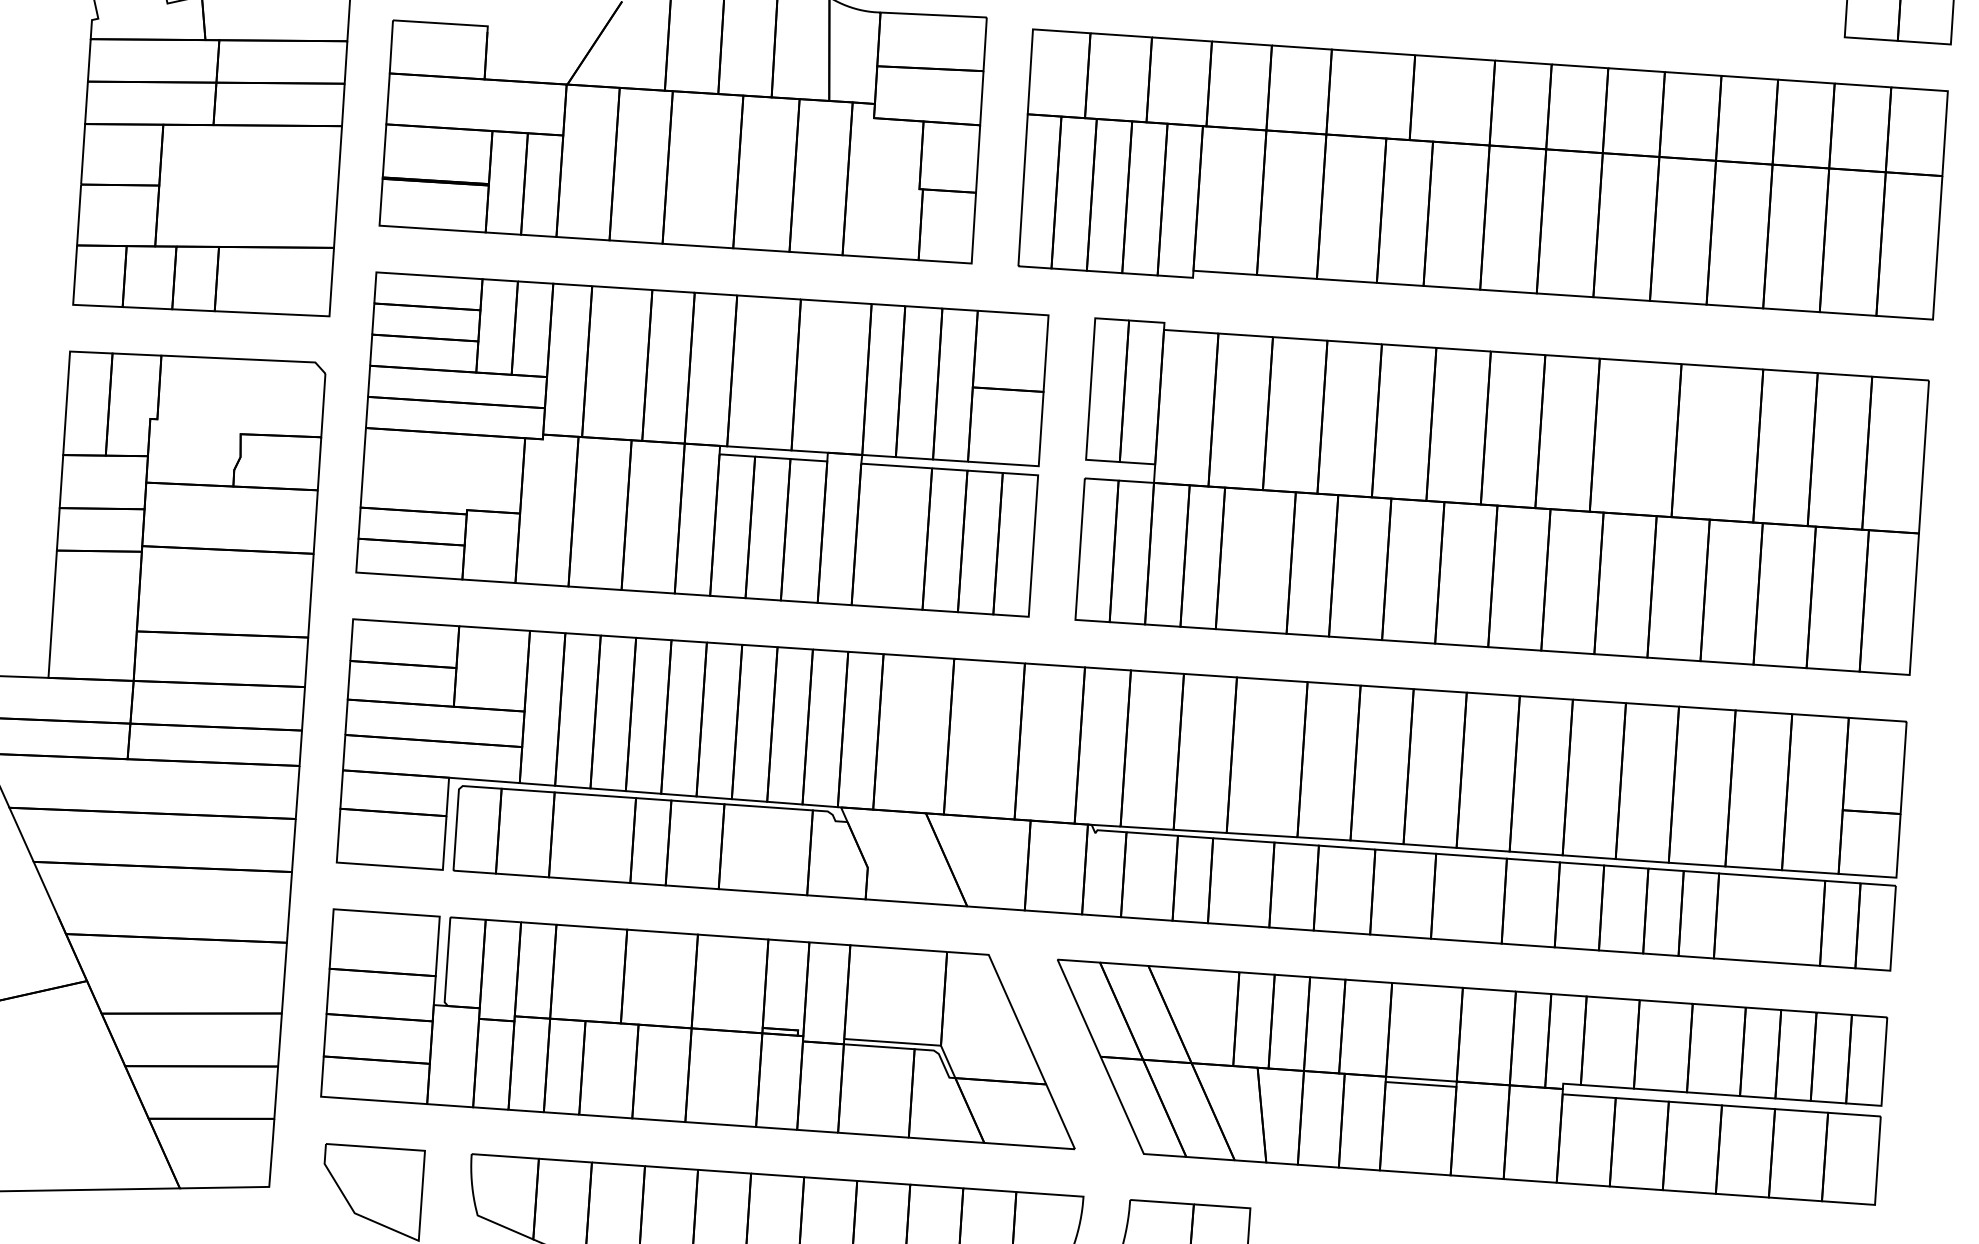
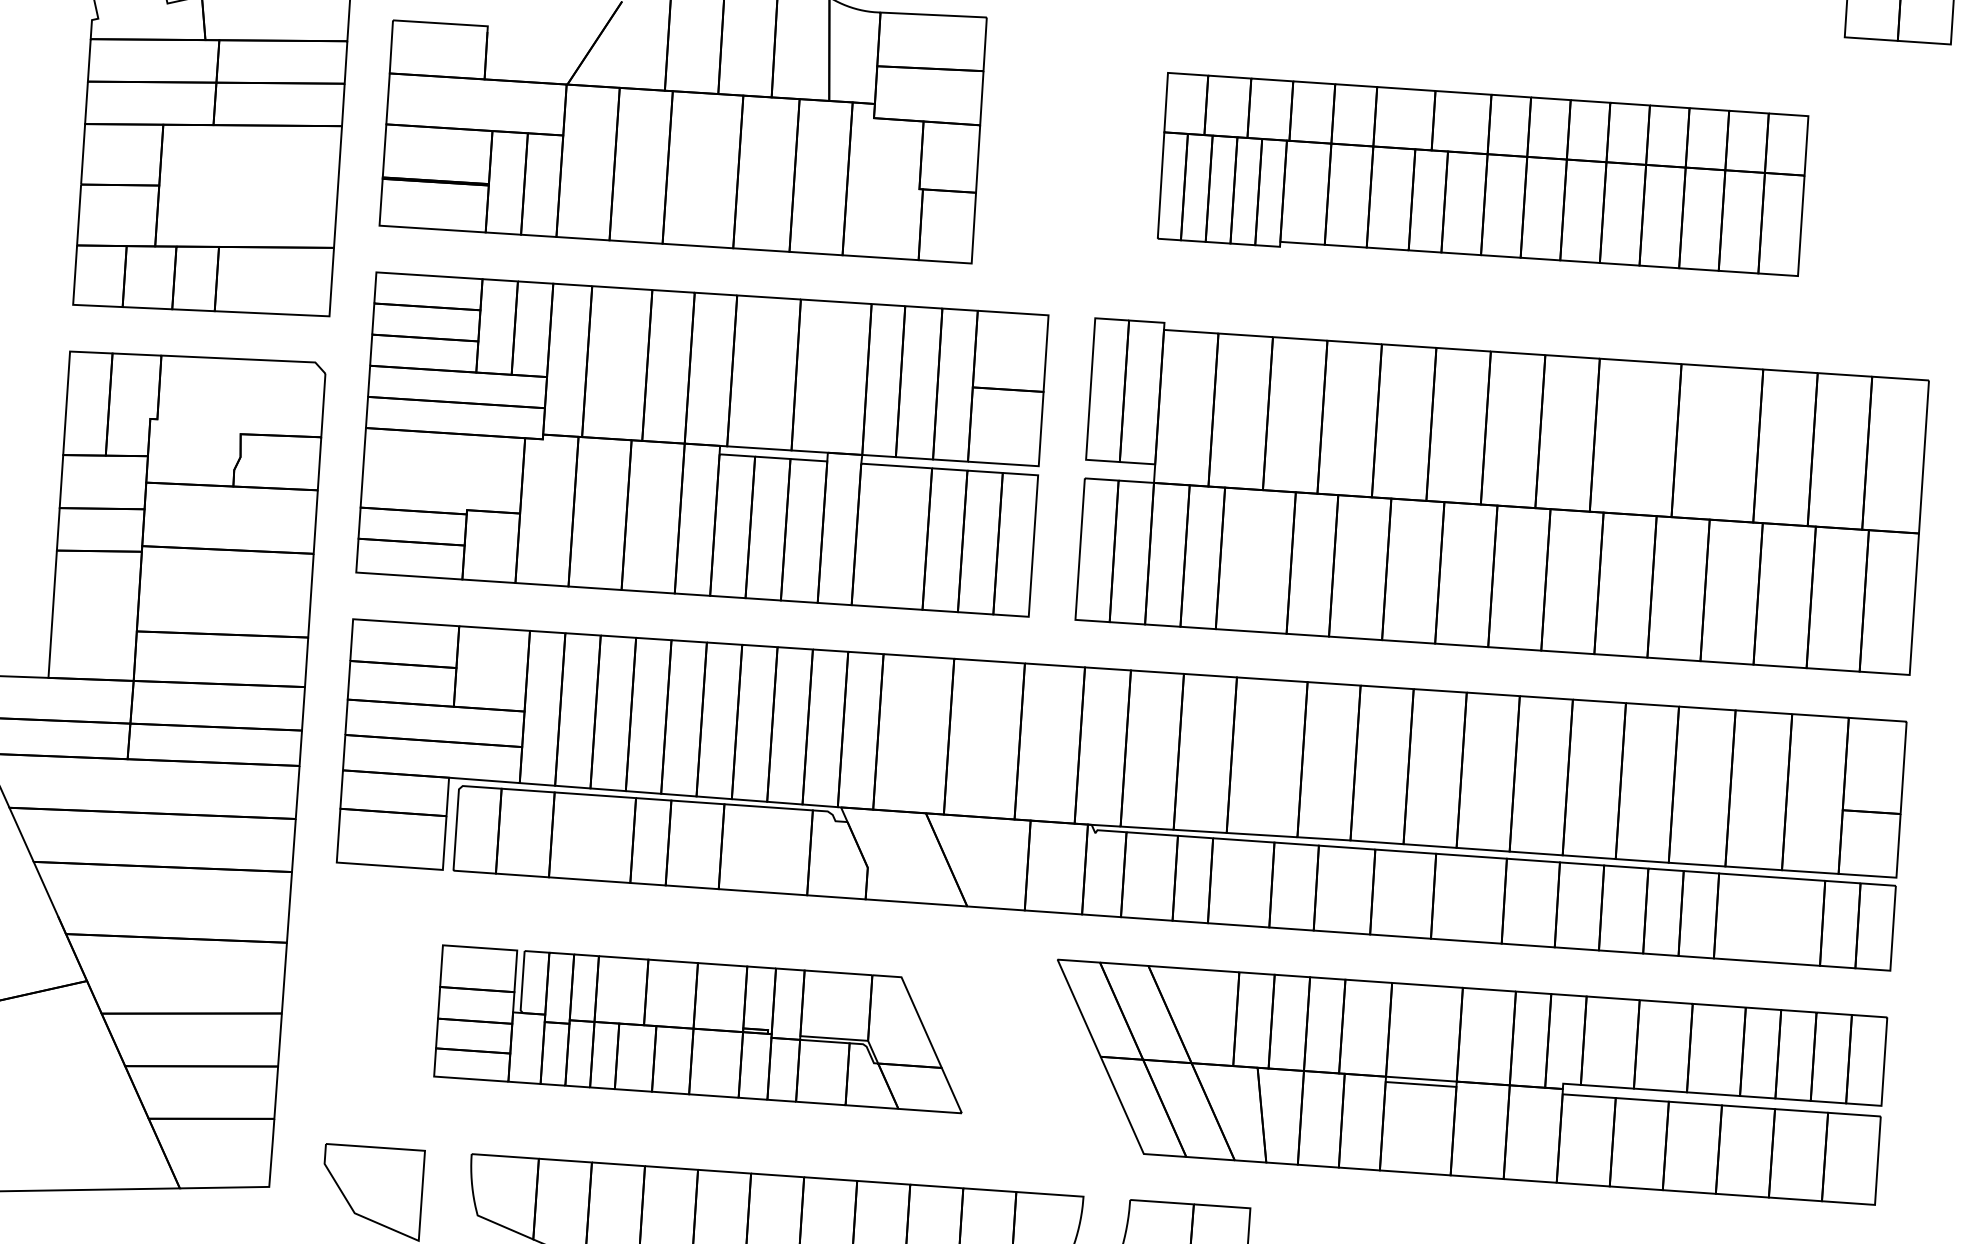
part at (1482, 174) size: 932x293 px -> 653x205 px
part at (697, 1029) size: 756x243 px -> 530x171 px
